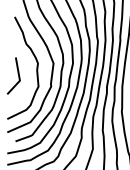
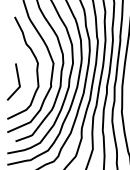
line at (17, 73) position: (17, 73) -> (17, 79)
